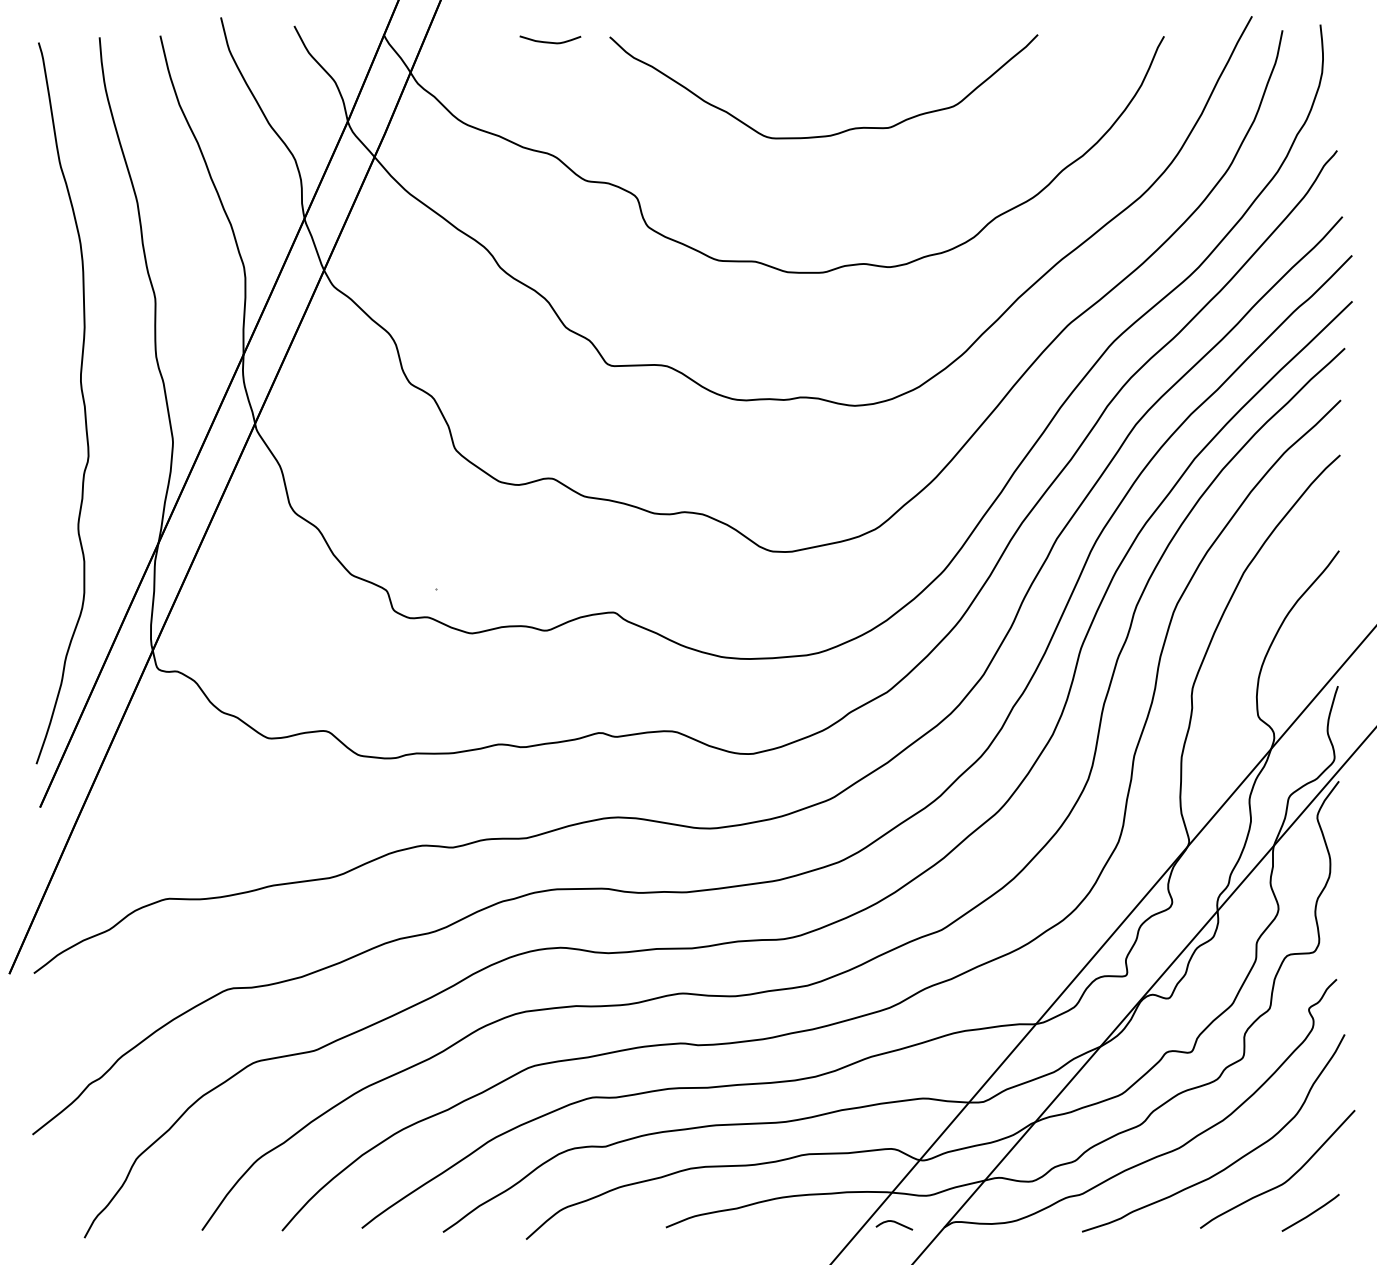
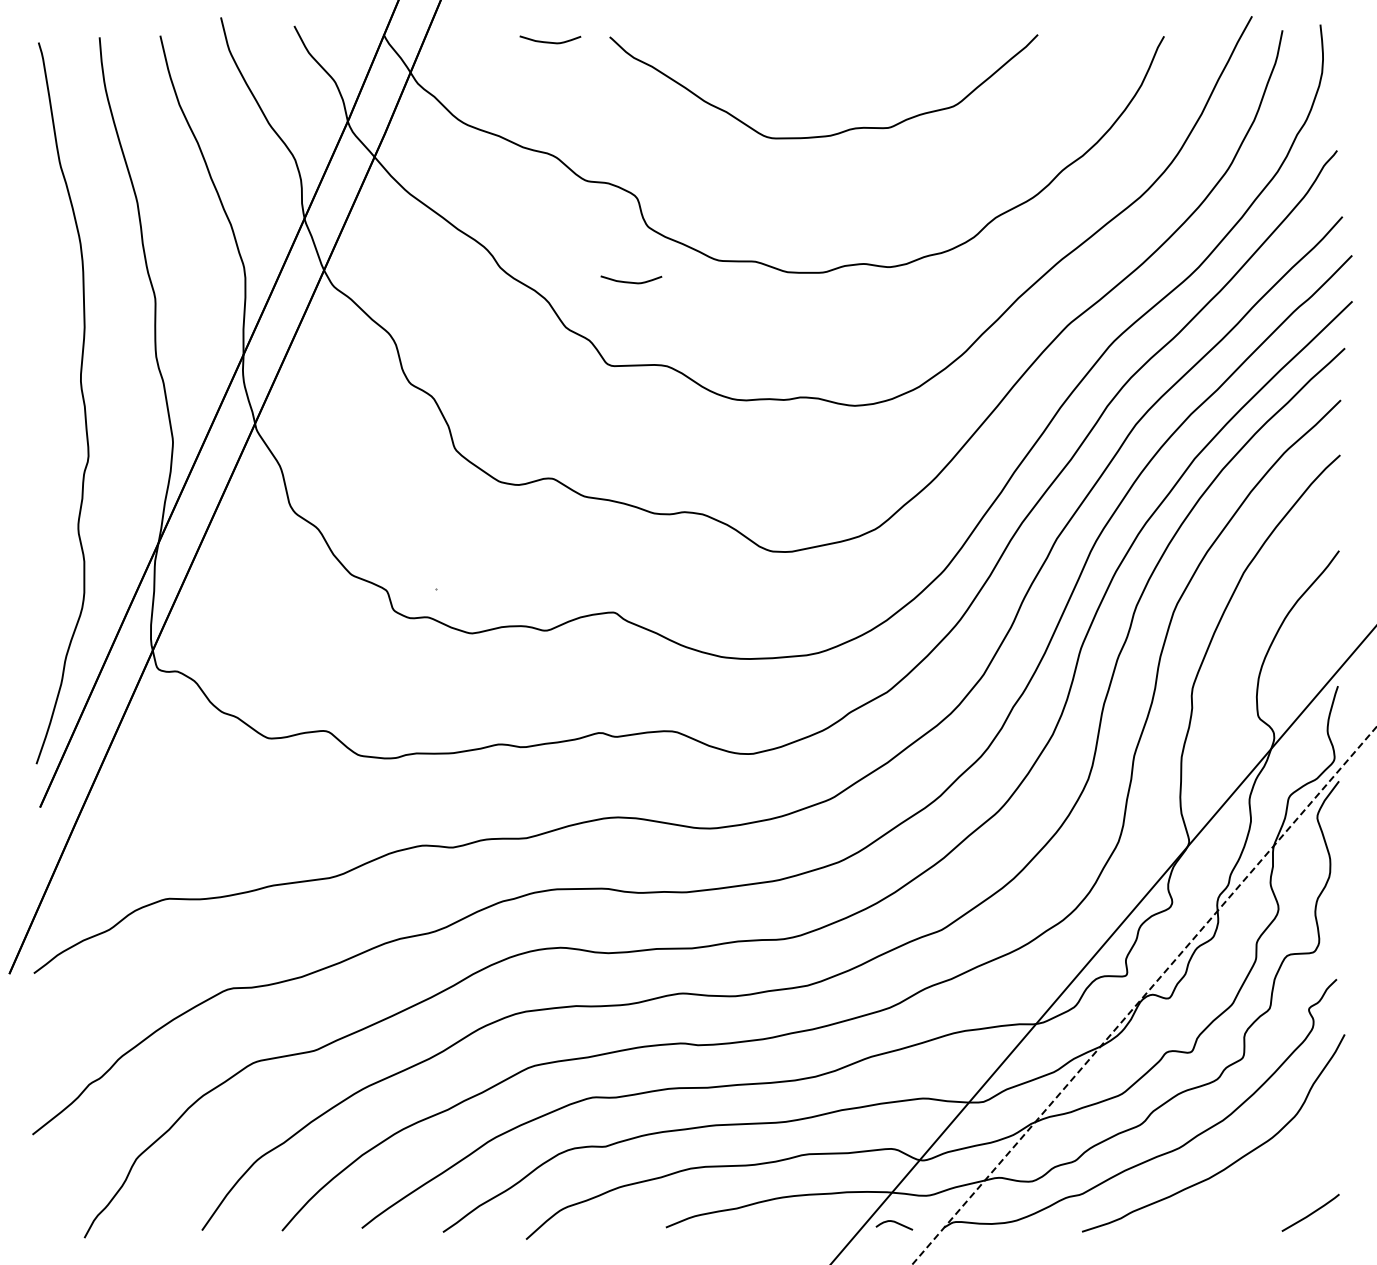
curve at (631, 281): none -> present
line at (1144, 995): solid -> dashed
curve at (1284, 1181): present -> none
